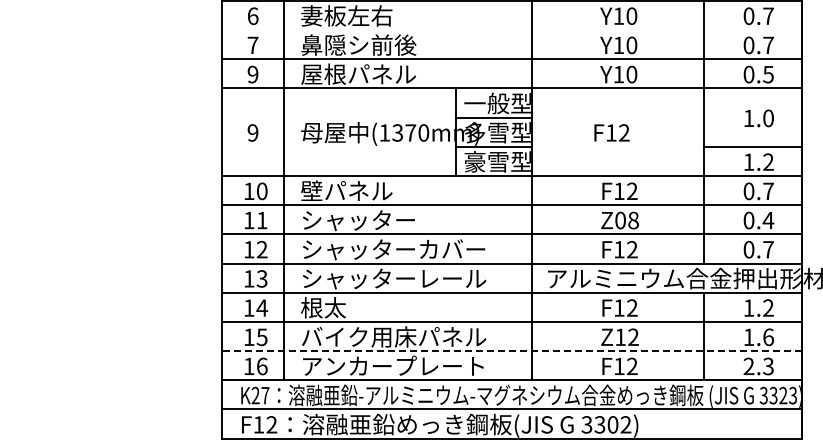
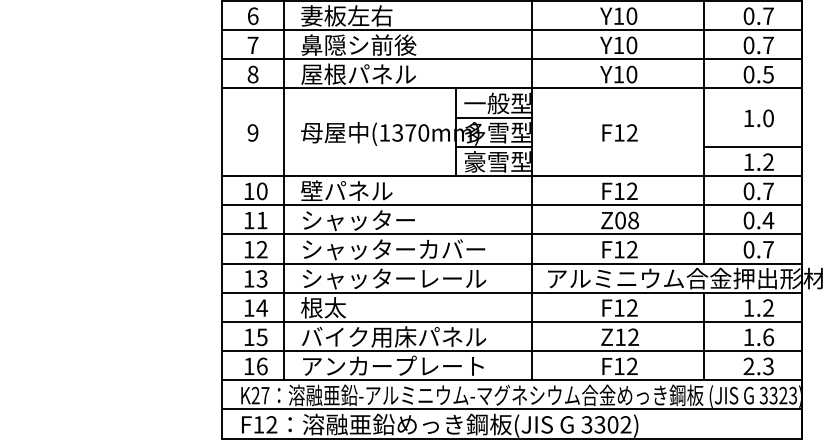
line at (511, 30): none -> present
text at (252, 74): 9 -> 8
text at (611, 132) position: (611, 132) -> (619, 132)
line at (511, 351): dashed -> solid
